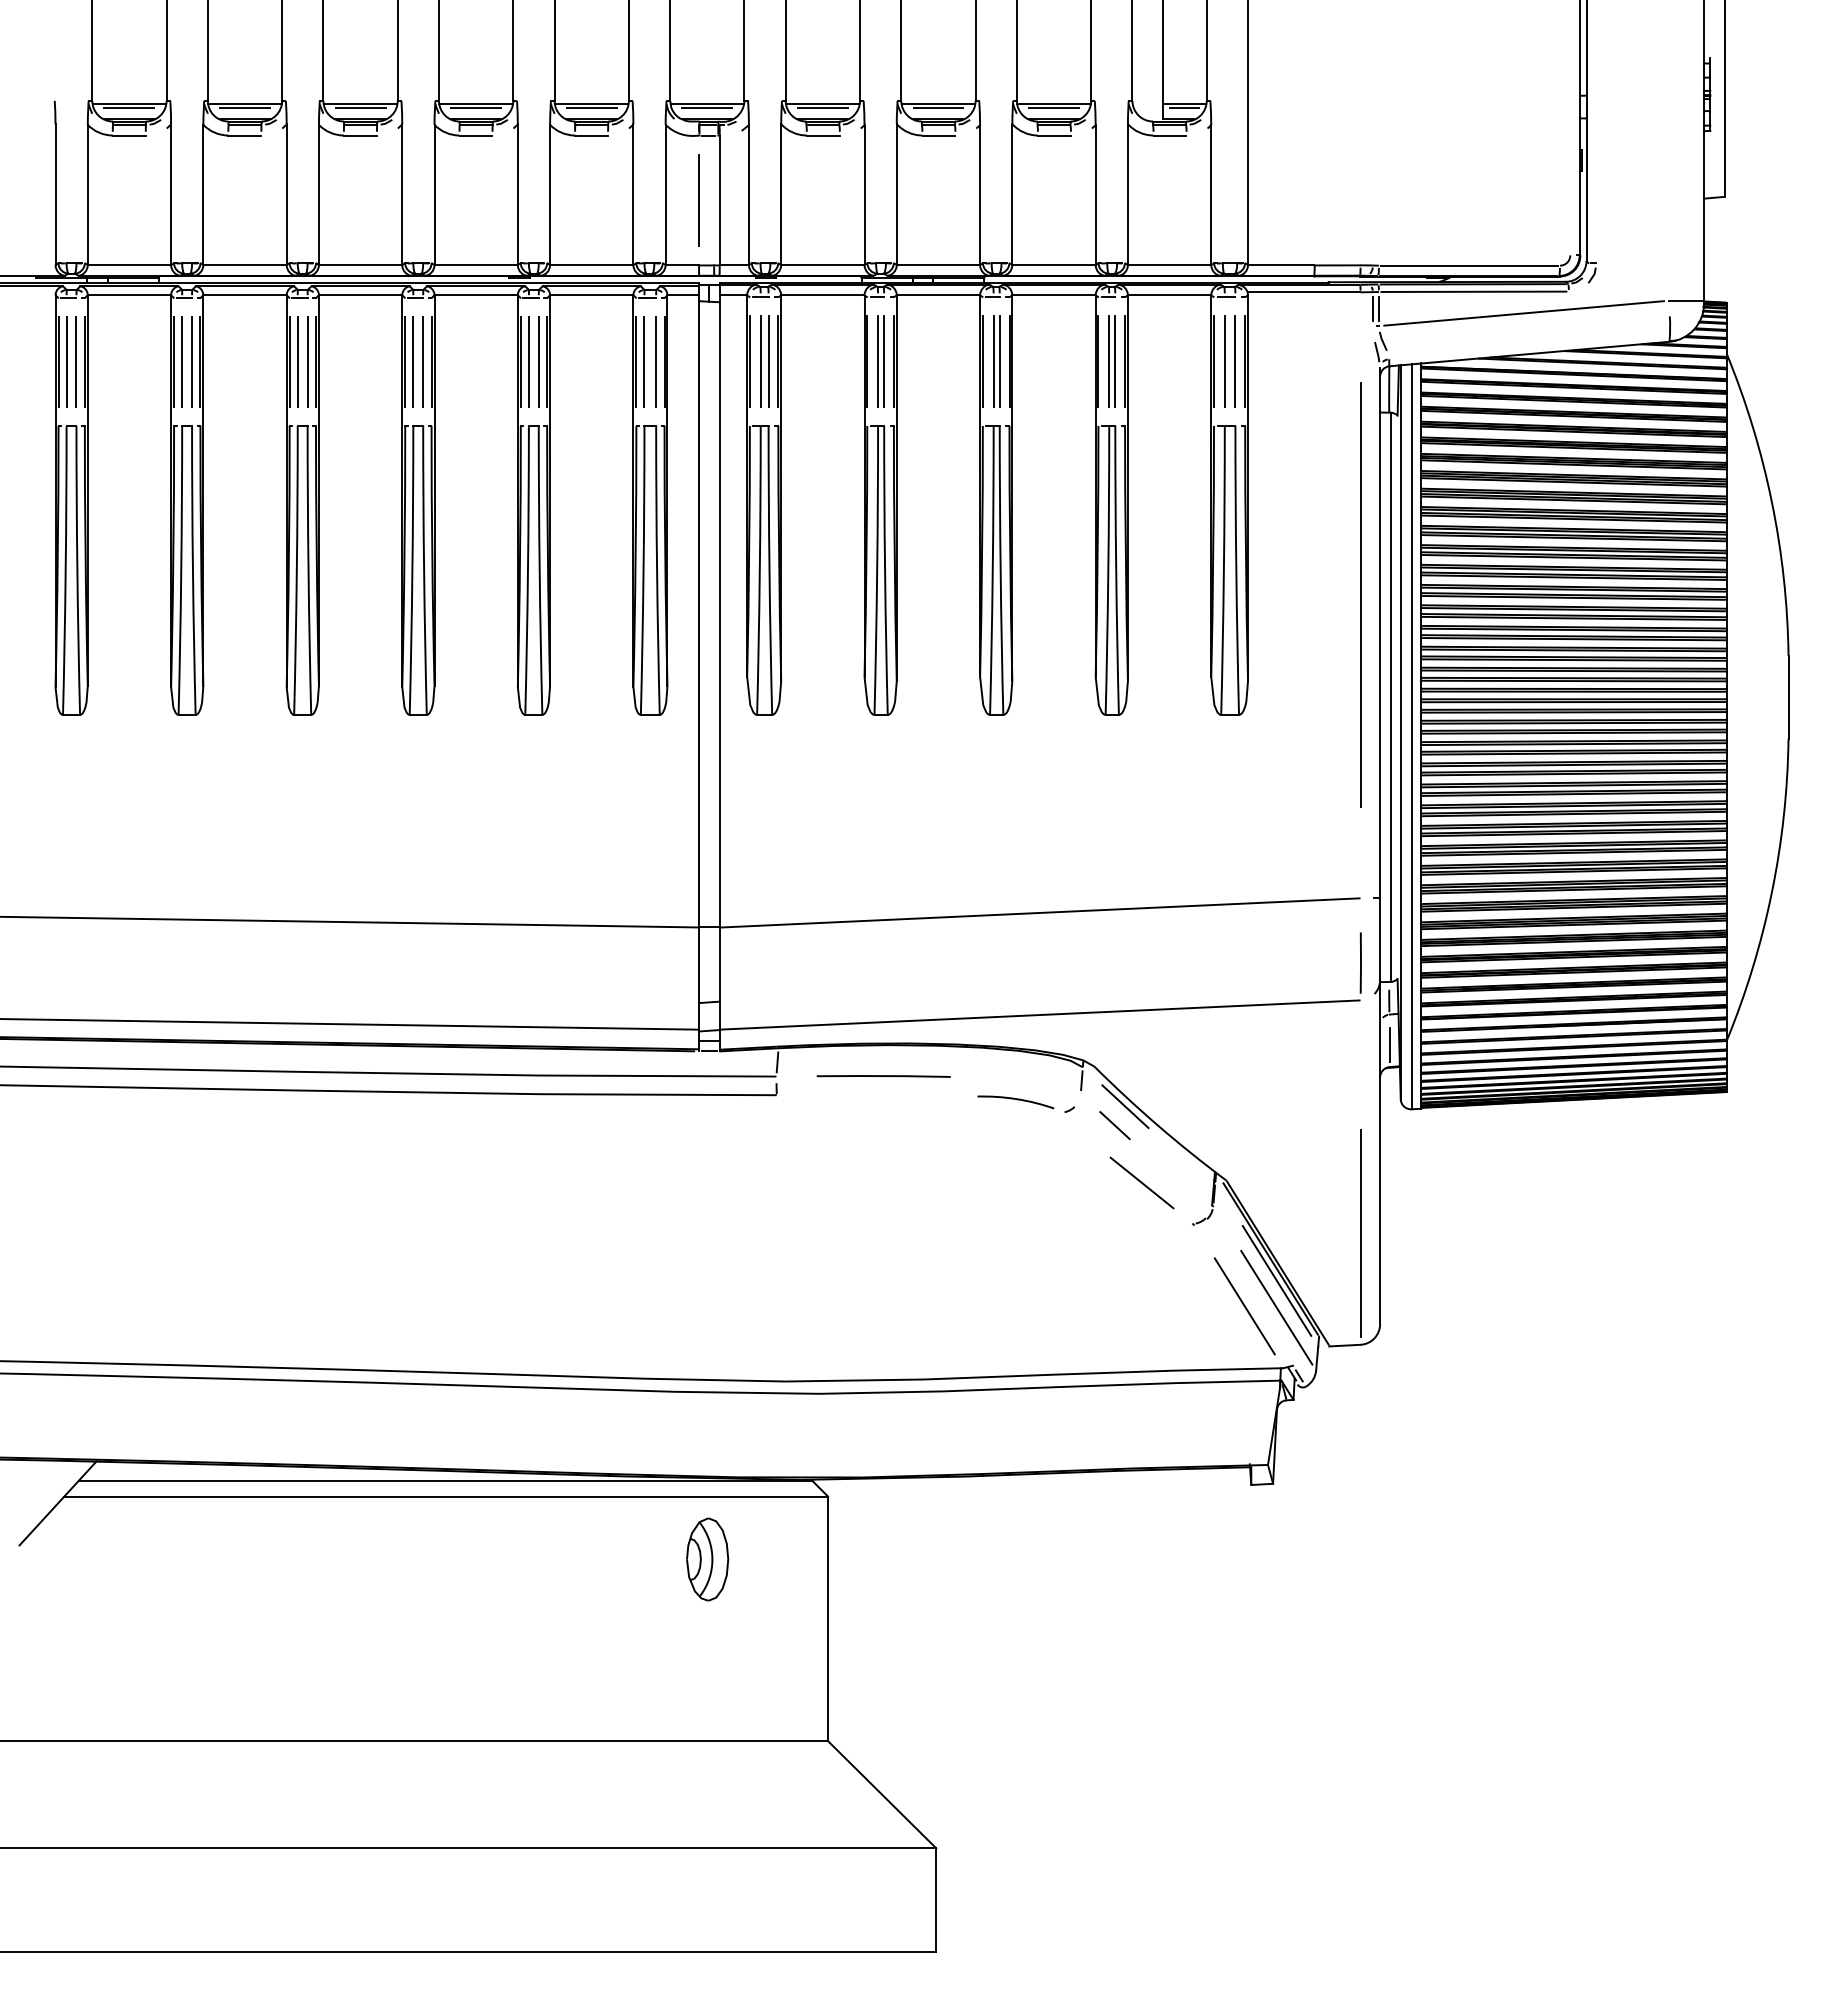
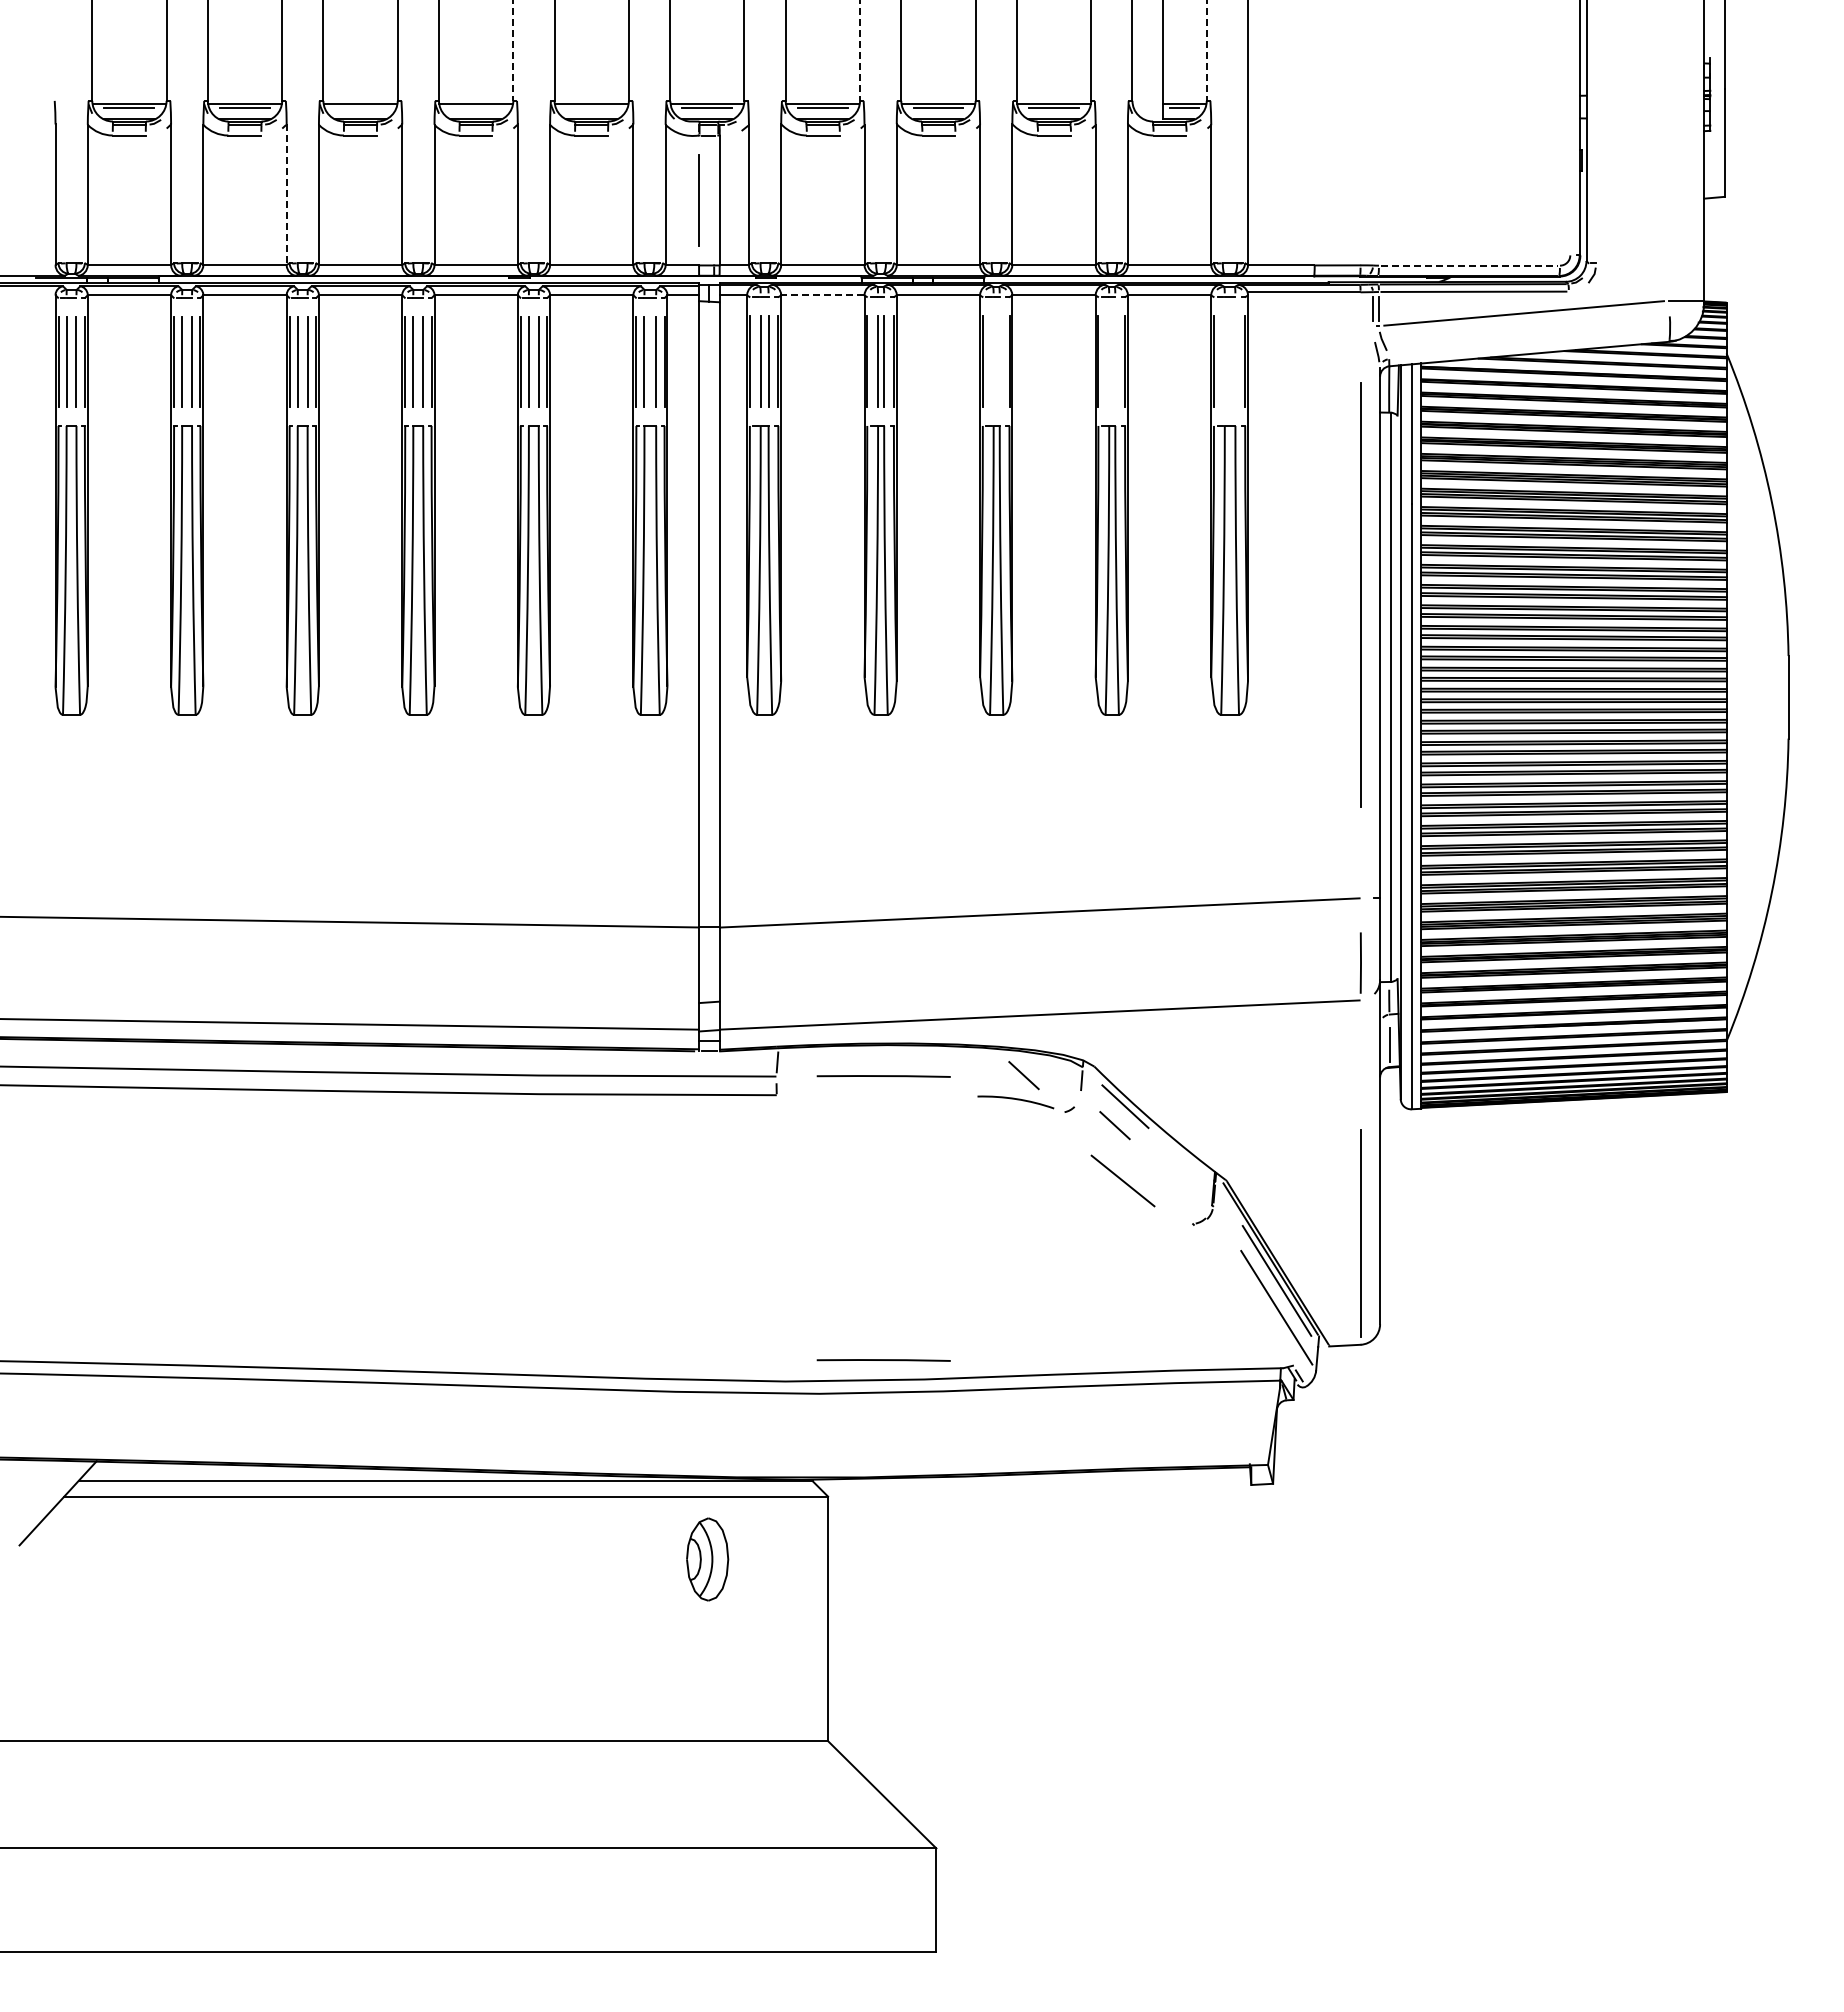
line at (513, 50): solid -> dashed
line at (860, 50): solid -> dashed
line at (1206, 50): solid -> dashed
line at (360, 108): present -> none
line at (476, 108): present -> none
line at (591, 108): present -> none
line at (286, 195): solid -> dashed
line at (1469, 265): solid -> dashed
line at (822, 295): solid -> dashed
line at (993, 361): present -> none
line at (999, 361): present -> none
part at (1111, 361): present -> none
line at (1224, 361): present -> none
line at (1235, 361): present -> none
line at (1023, 1075): none -> present
line at (1141, 1182) position: (1141, 1182) -> (1122, 1180)
line at (1244, 1306): present -> none
line at (883, 1360): none -> present
